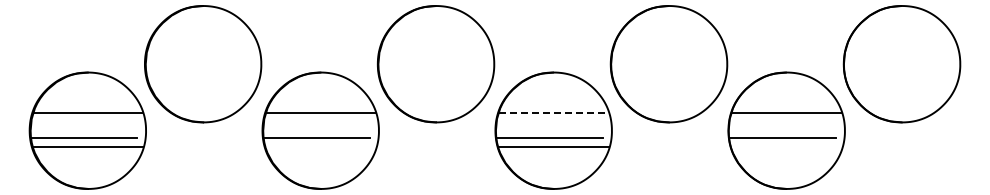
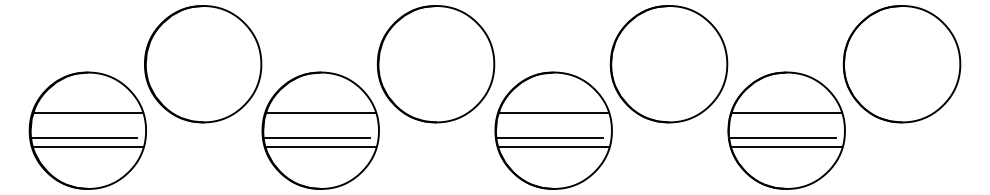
line at (553, 113): dashed -> solid
line at (321, 146): none -> present
line at (786, 146): none -> present
